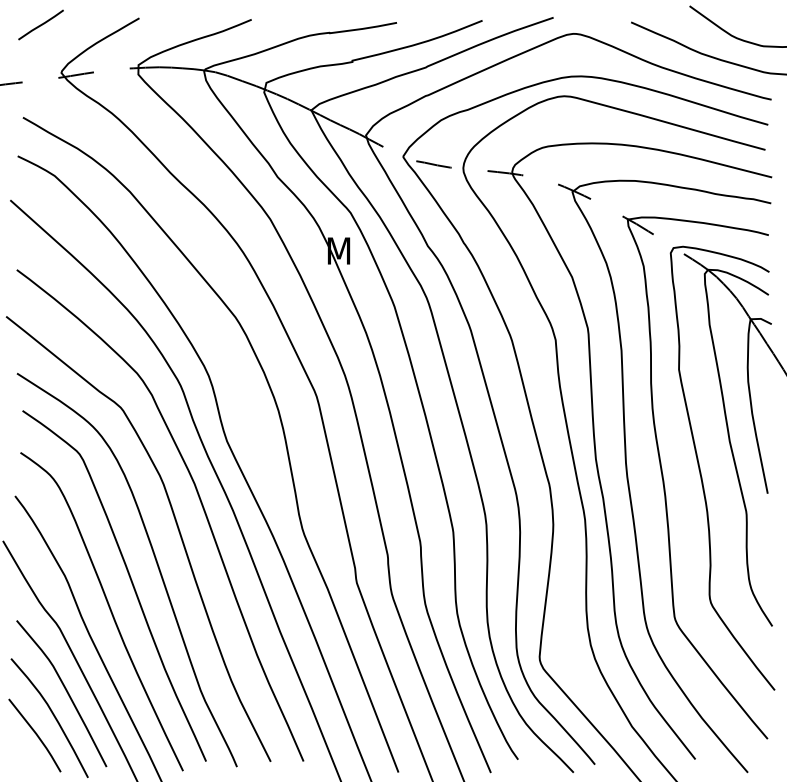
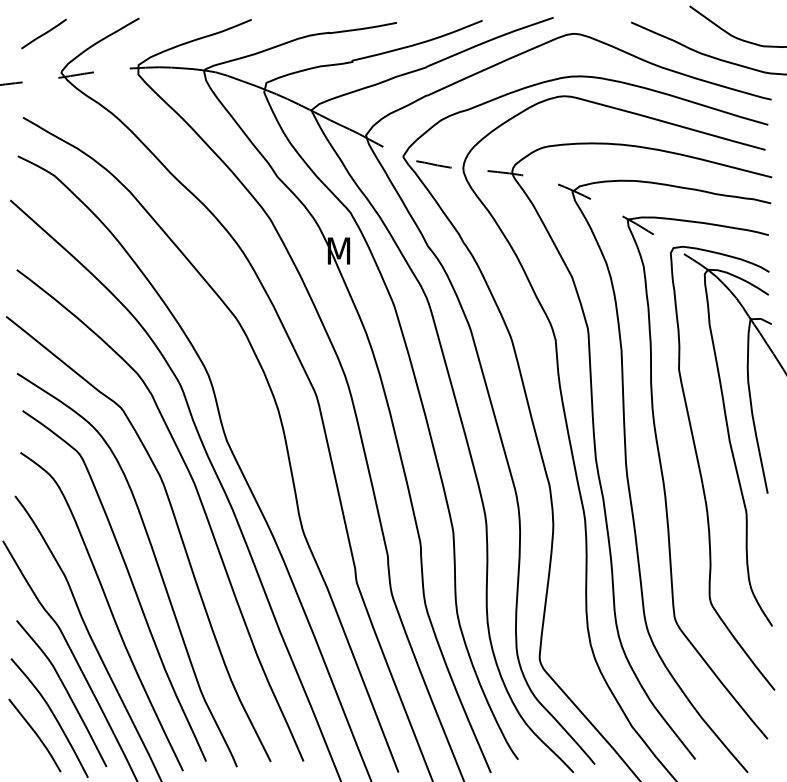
line at (40, 24) position: (40, 24) -> (43, 33)
